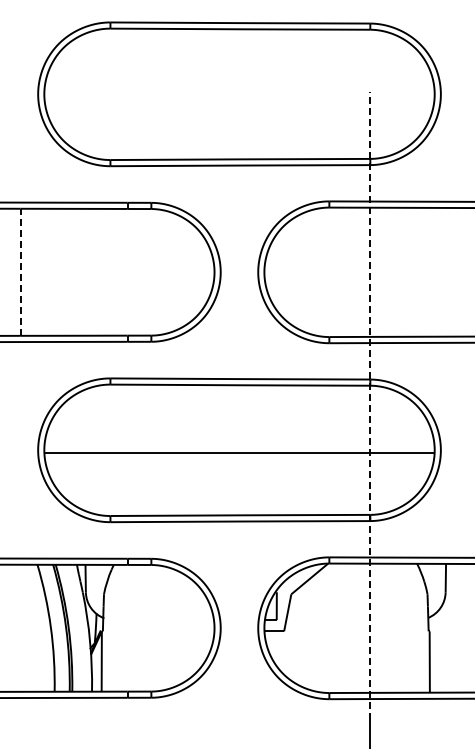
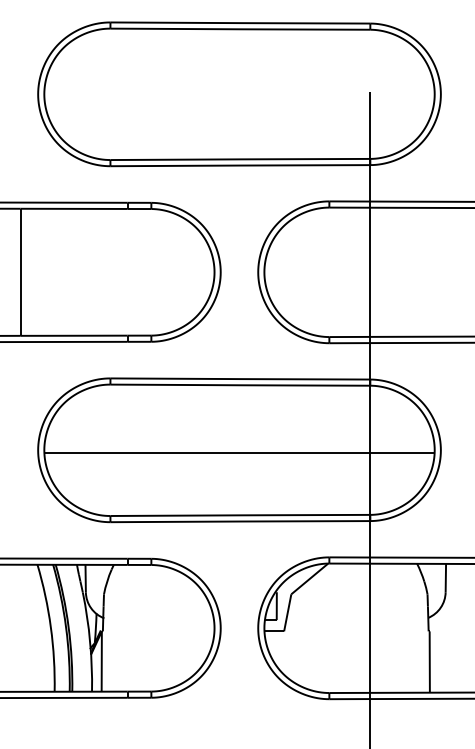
line at (20, 272): dashed -> solid
line at (370, 405): dashed -> solid
